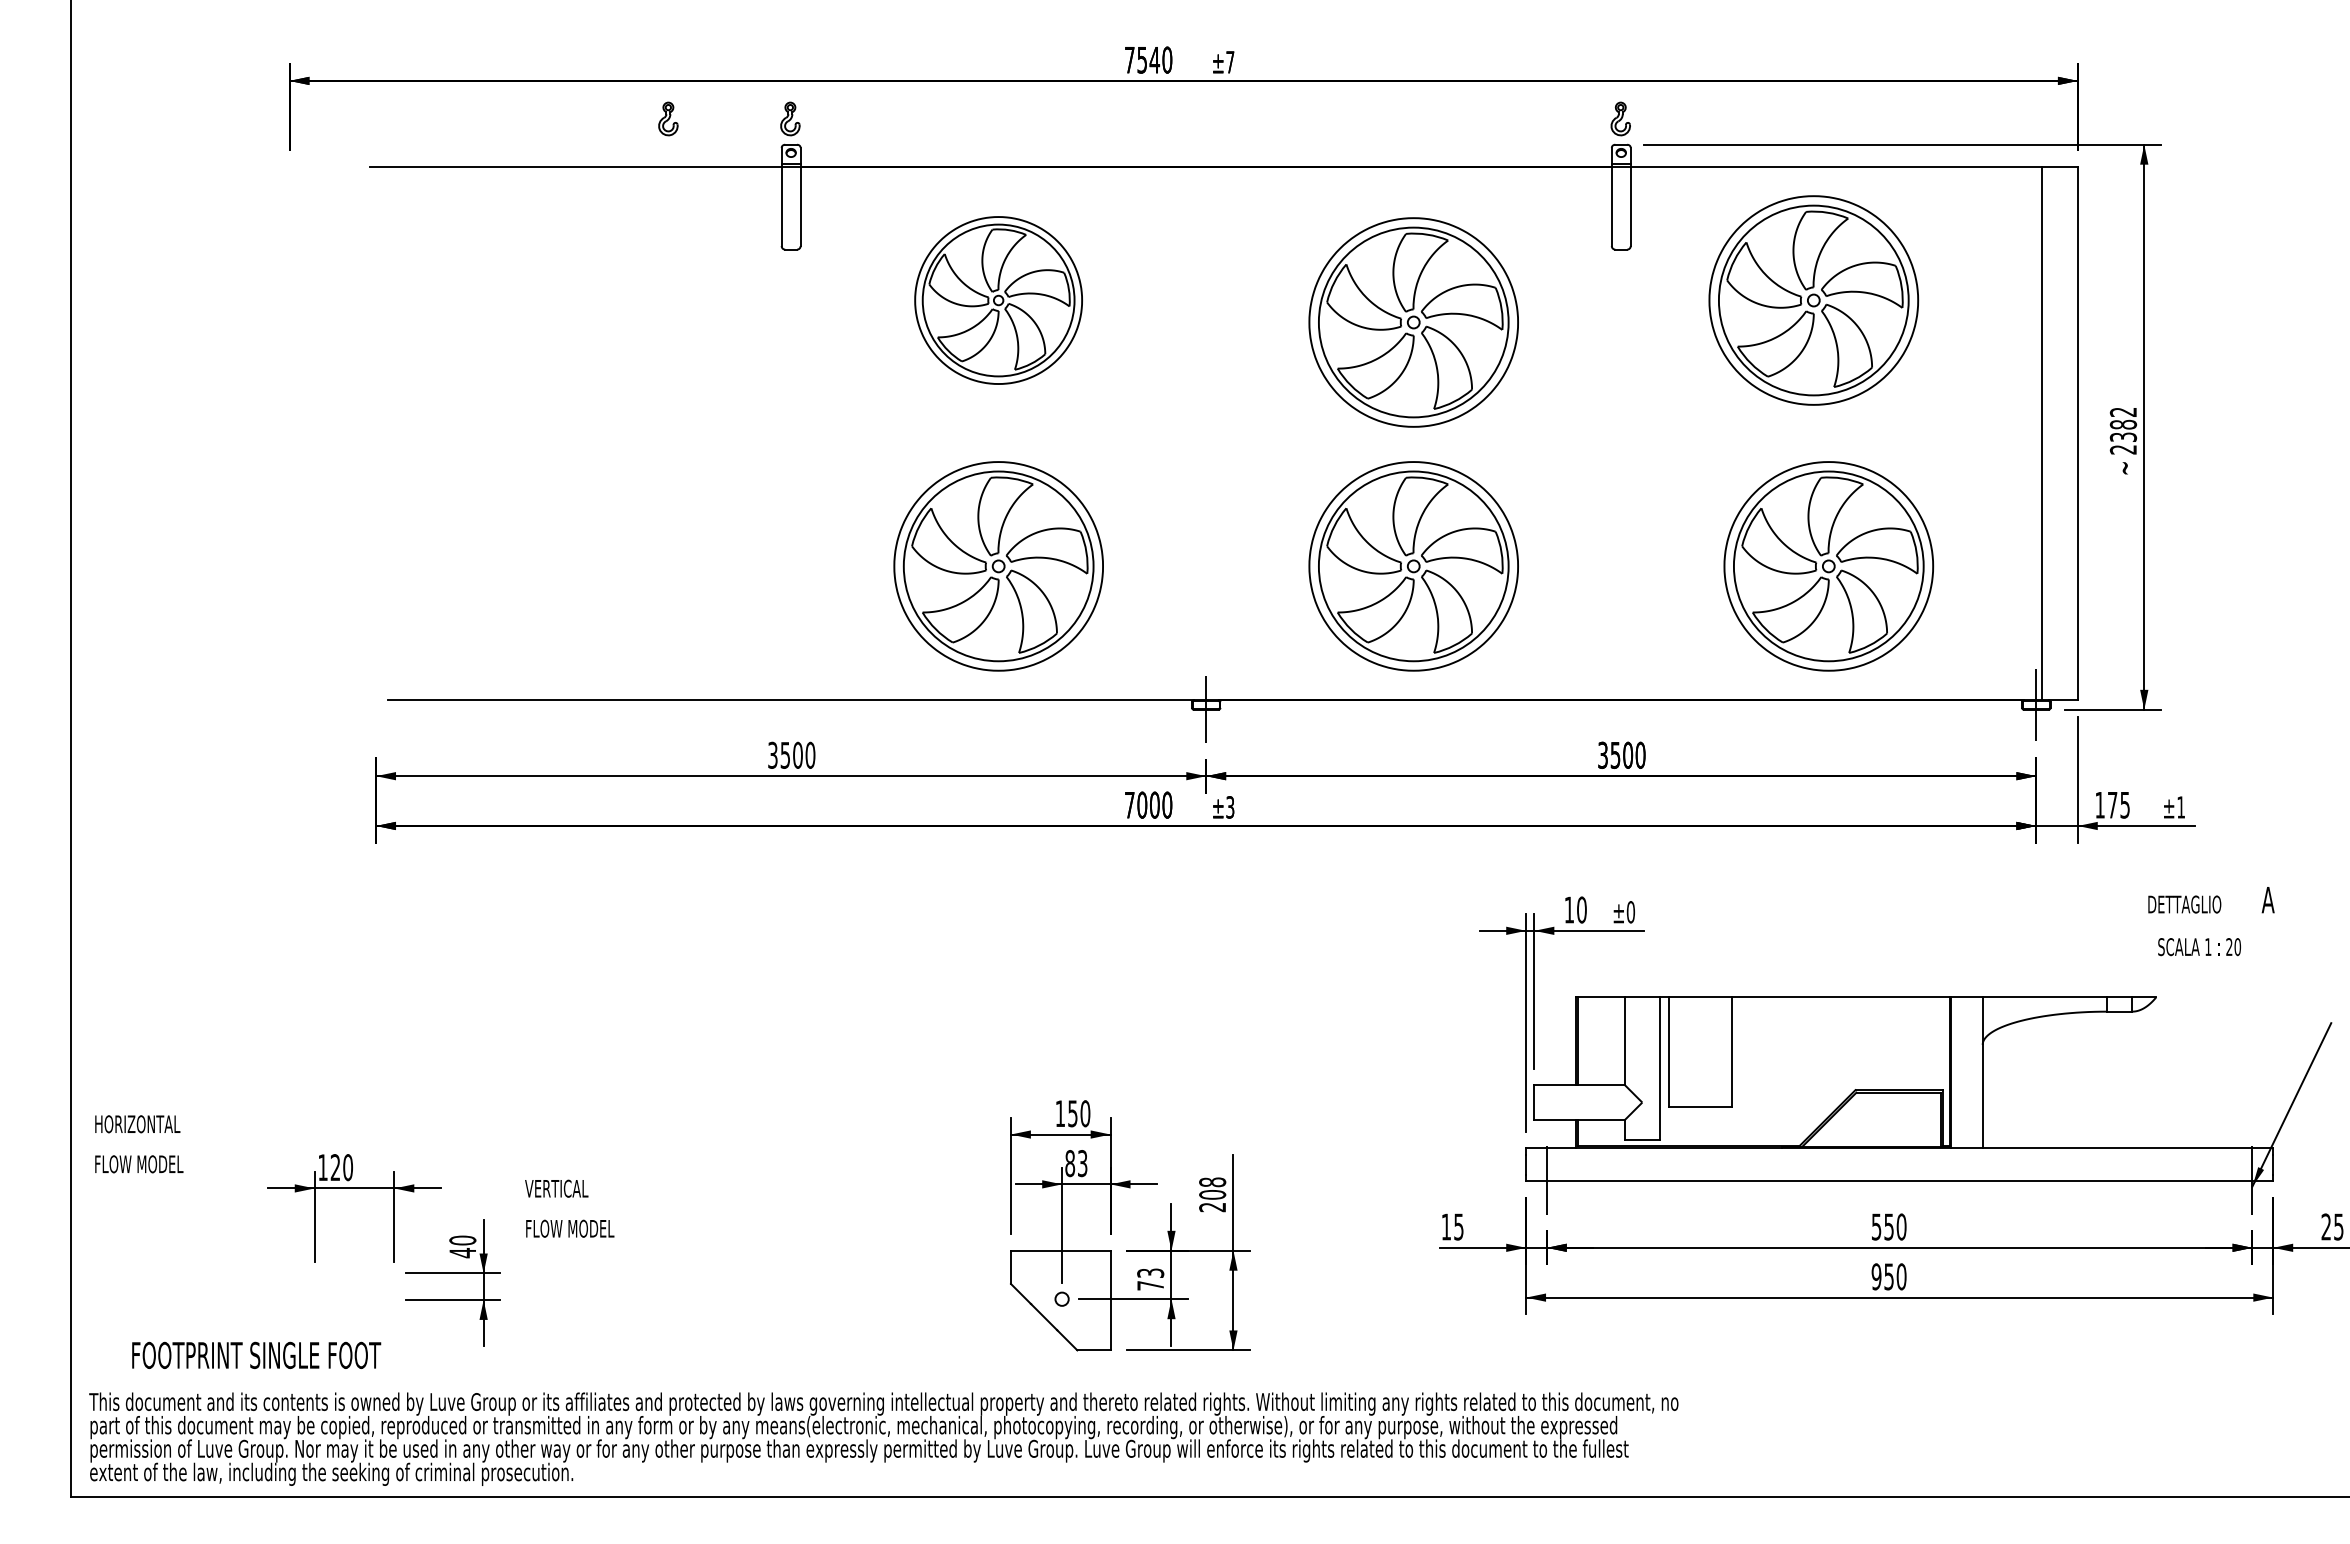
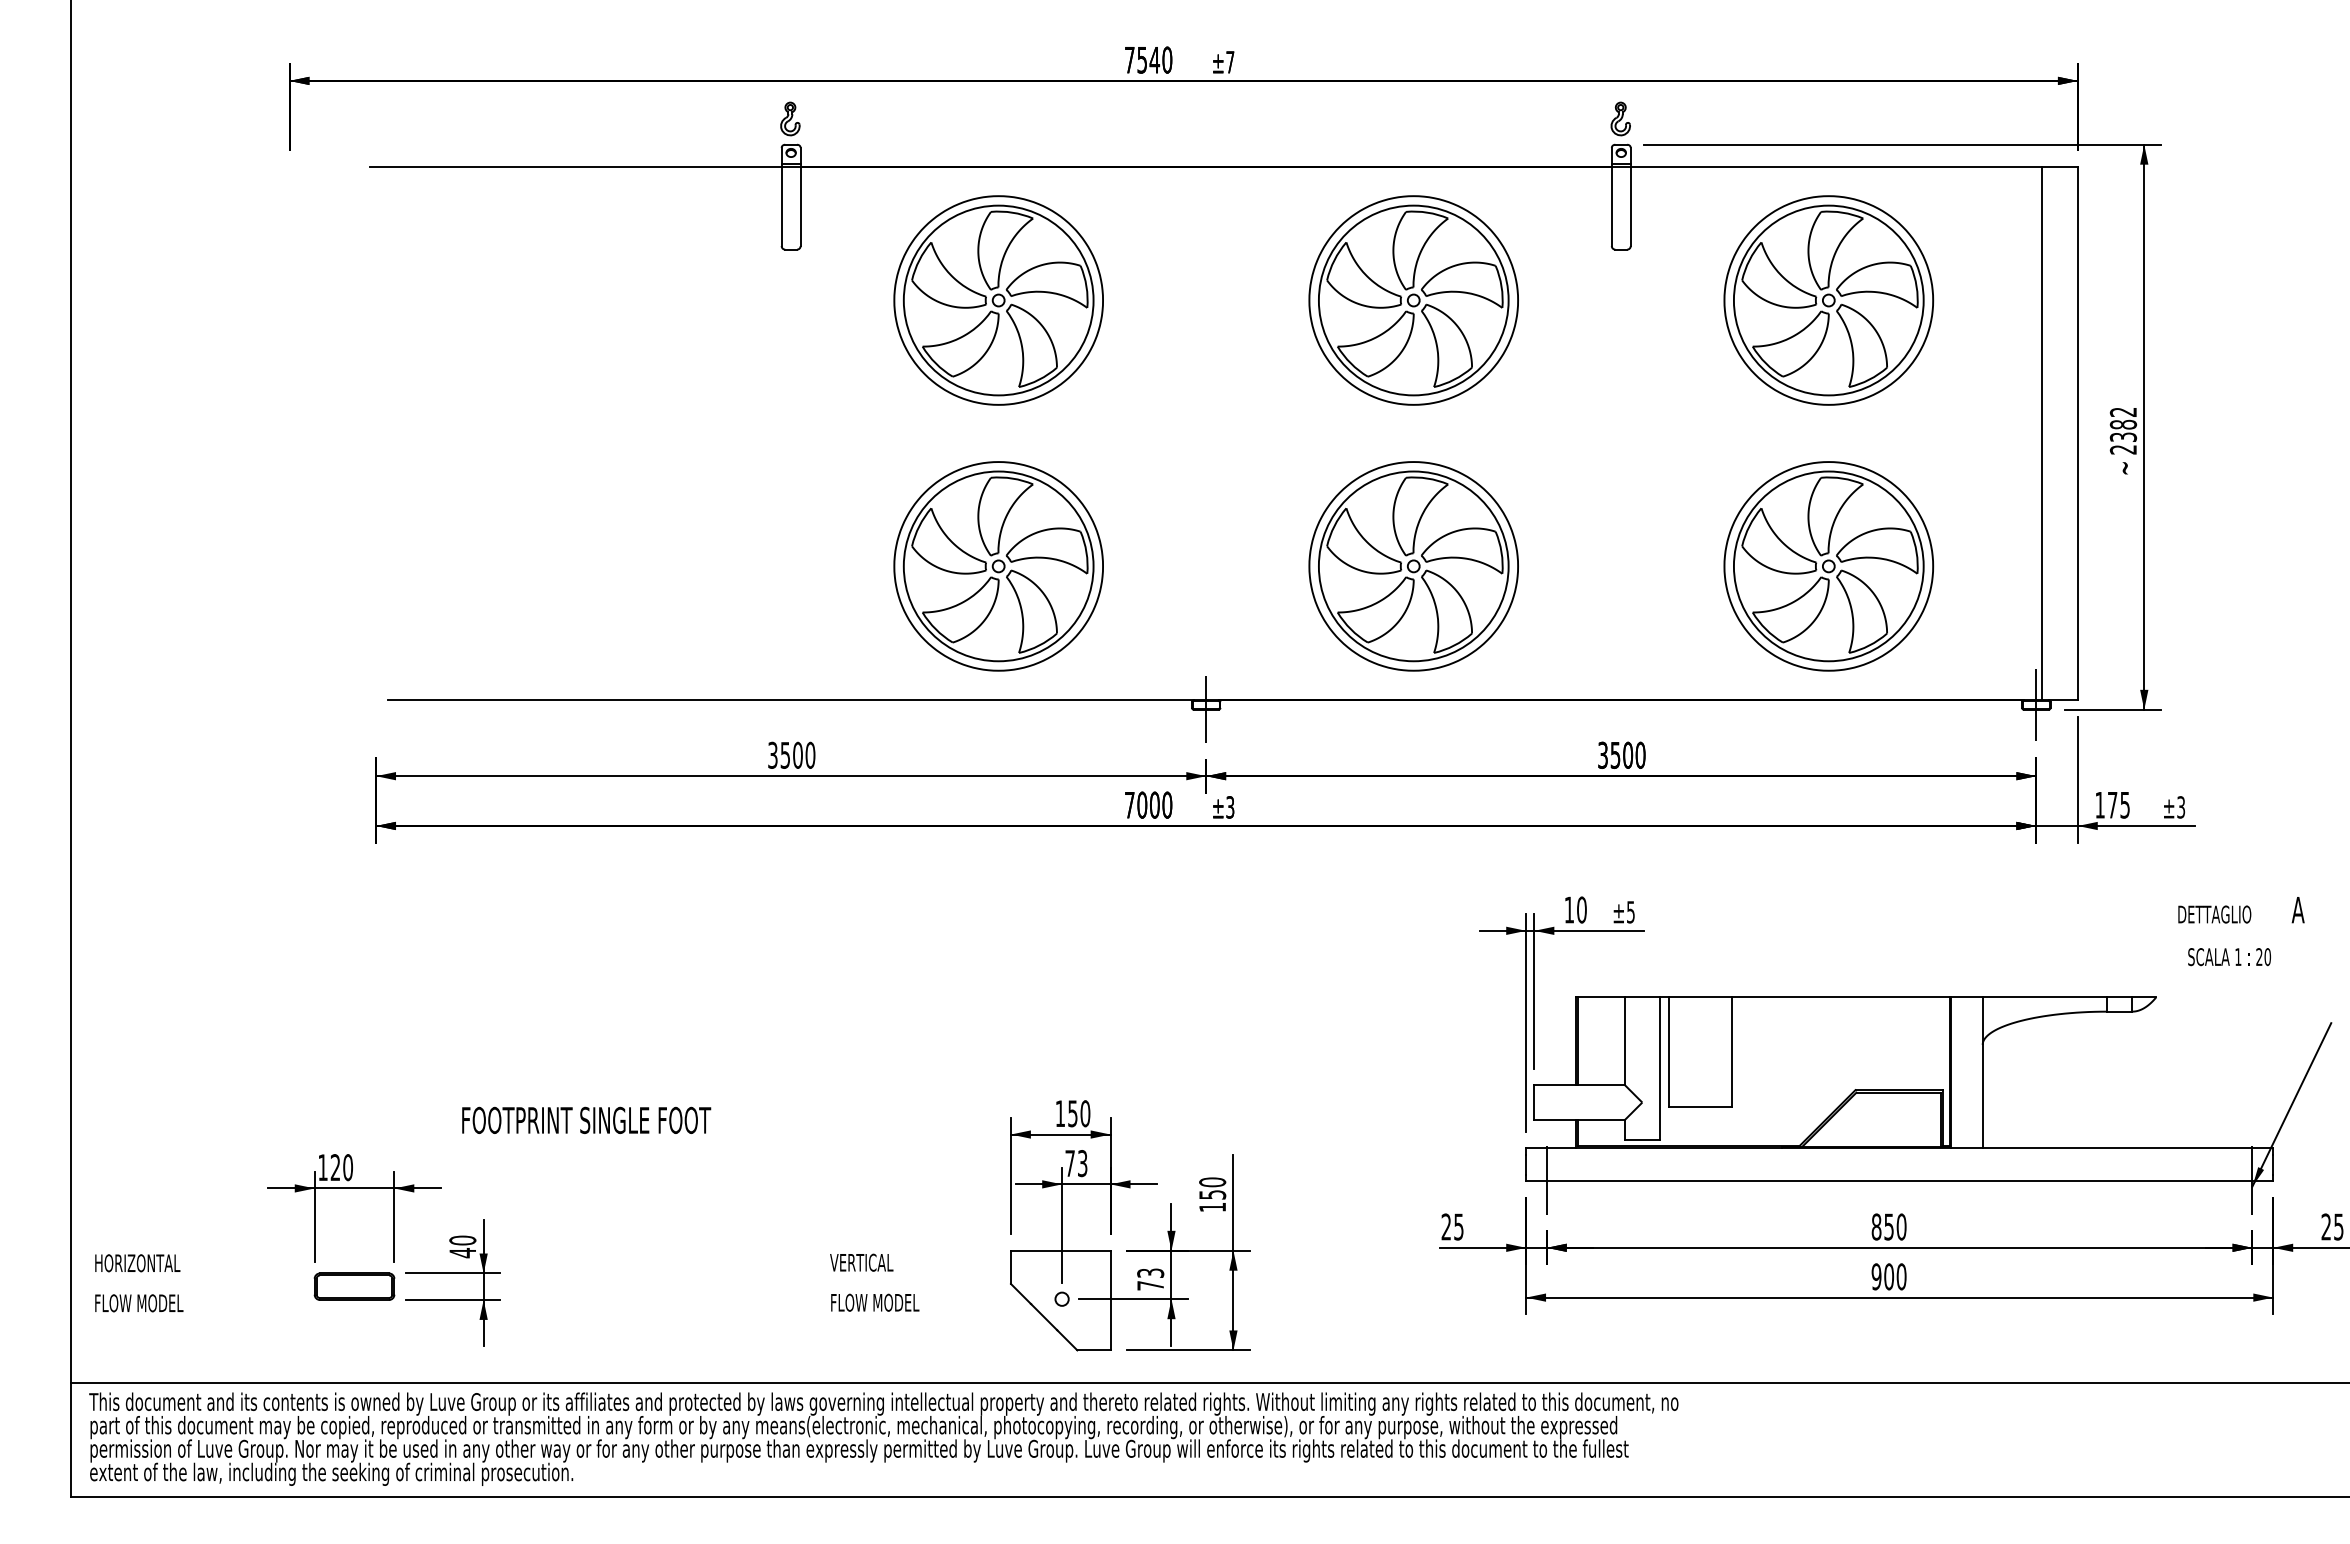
part at (668, 118): present -> none
part at (998, 300) size: 169x169 px -> 211x211 px
part at (1813, 300) position: (1813, 300) -> (1828, 300)
part at (1413, 322) position: (1413, 322) -> (1413, 300)
text at (2181, 807): ±1 -> ±3
text at (1630, 912): ±0 -> ±5
text at (2211, 921) position: (2211, 921) -> (2241, 931)
text at (139, 1144) position: (139, 1144) -> (139, 1283)
text at (1070, 1163): 83 -> 73
text at (1212, 1194): 208 -> 150
text at (569, 1208) position: (569, 1208) -> (874, 1282)
text at (1445, 1226): 15 -> 25
text at (1876, 1226): 550 -> 850
text at (1889, 1276): 950 -> 900
part at (354, 1286): none -> present
text at (256, 1354) position: (256, 1354) -> (586, 1119)
line at (1208, 1383): none -> present
